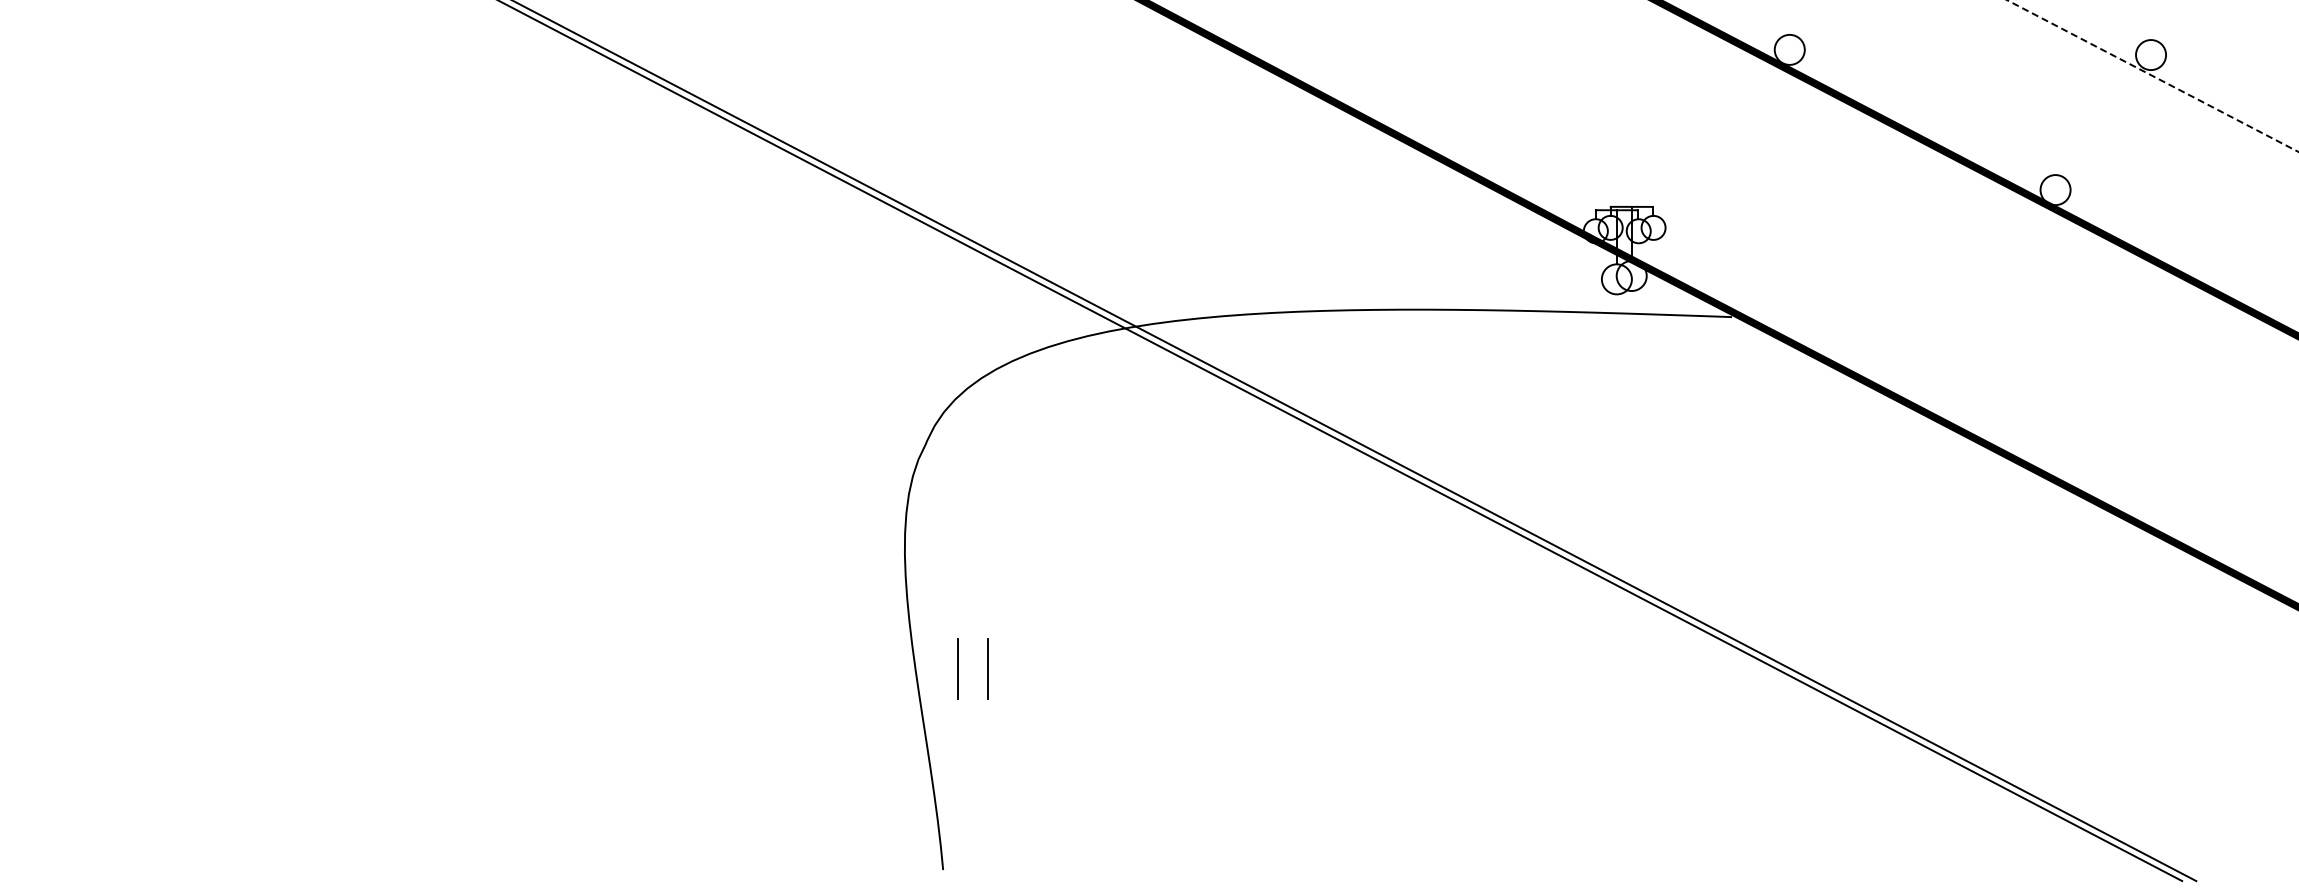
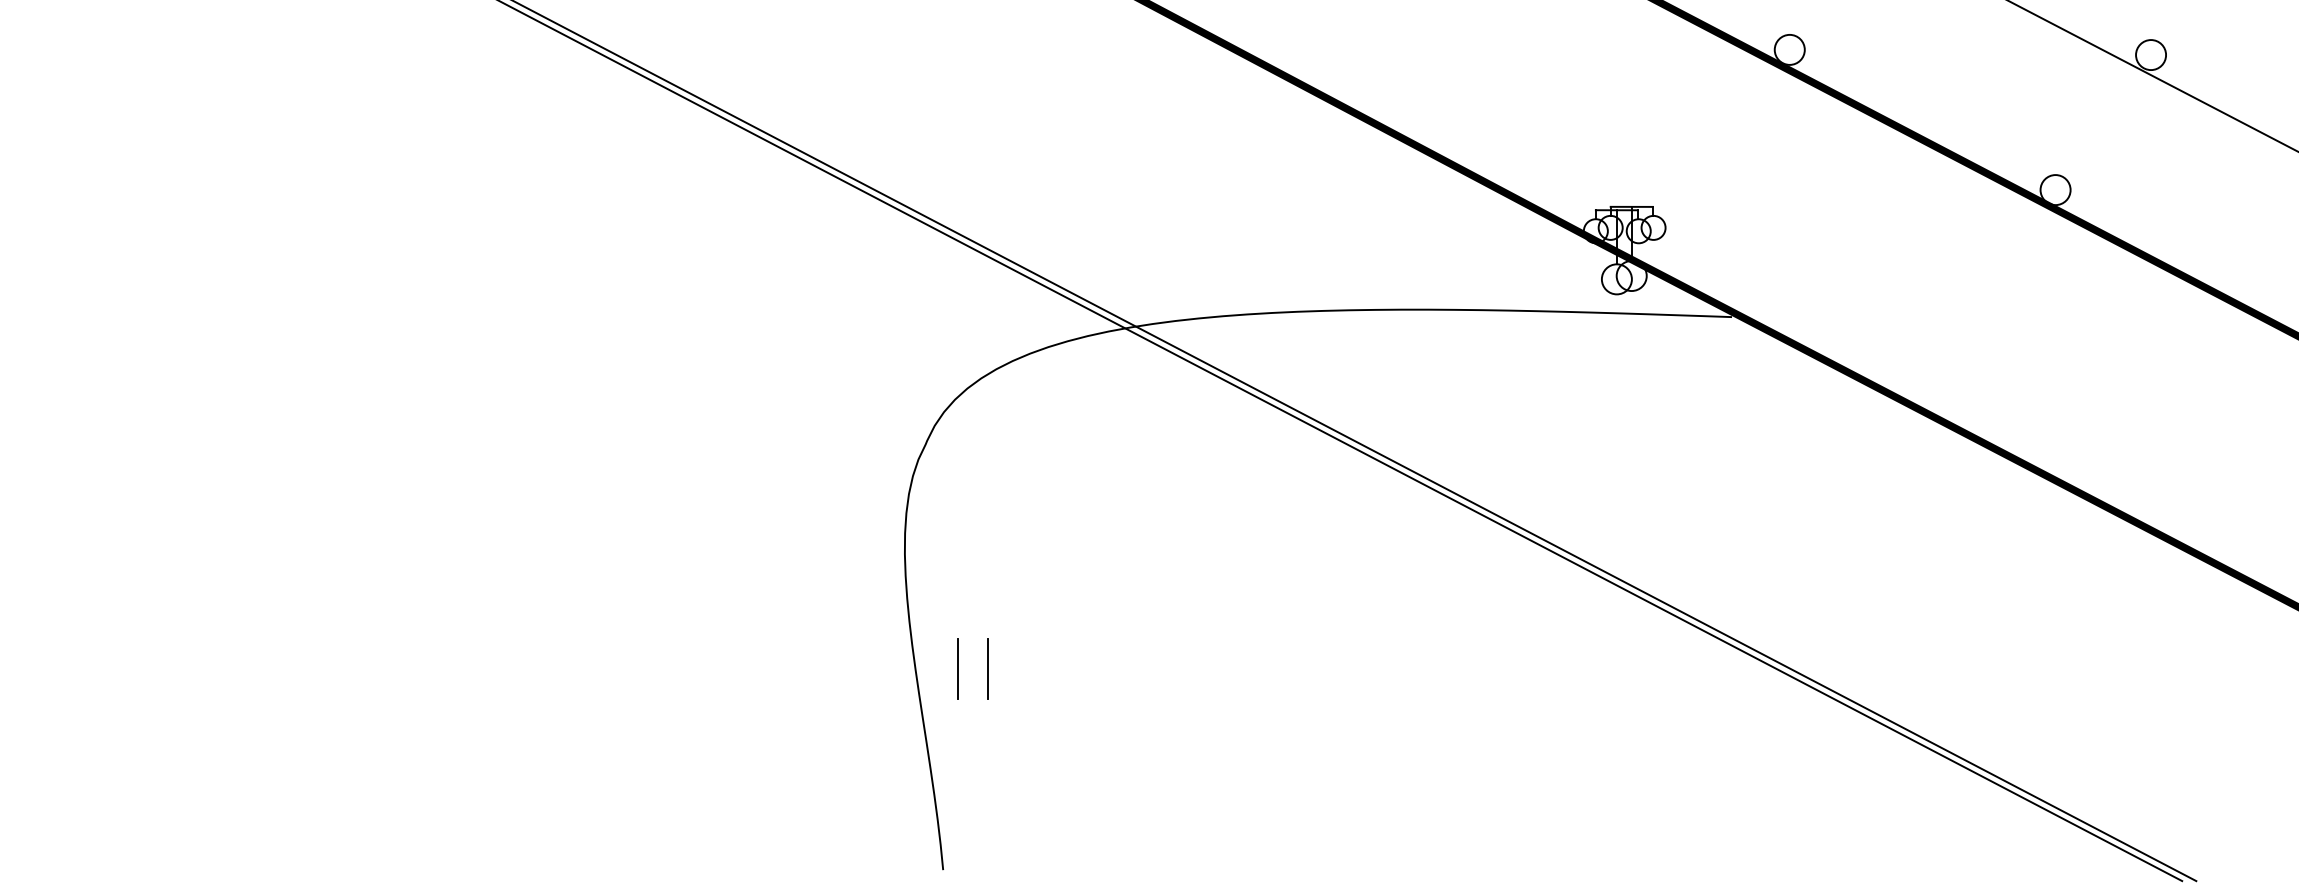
line at (2152, 75): dashed -> solid
